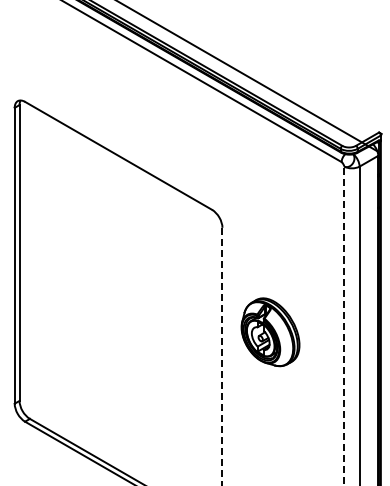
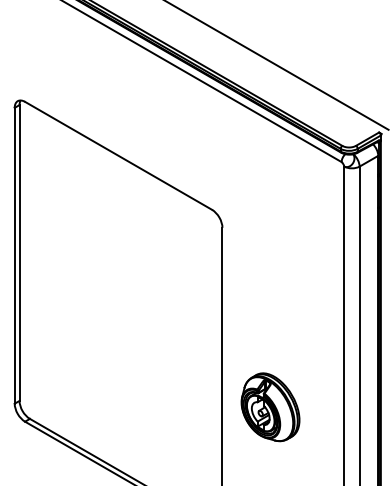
line at (247, 76) position: (247, 76) -> (276, 65)
line at (344, 325): dashed -> solid
part at (270, 332) position: (270, 332) -> (270, 407)
line at (222, 356): dashed -> solid
